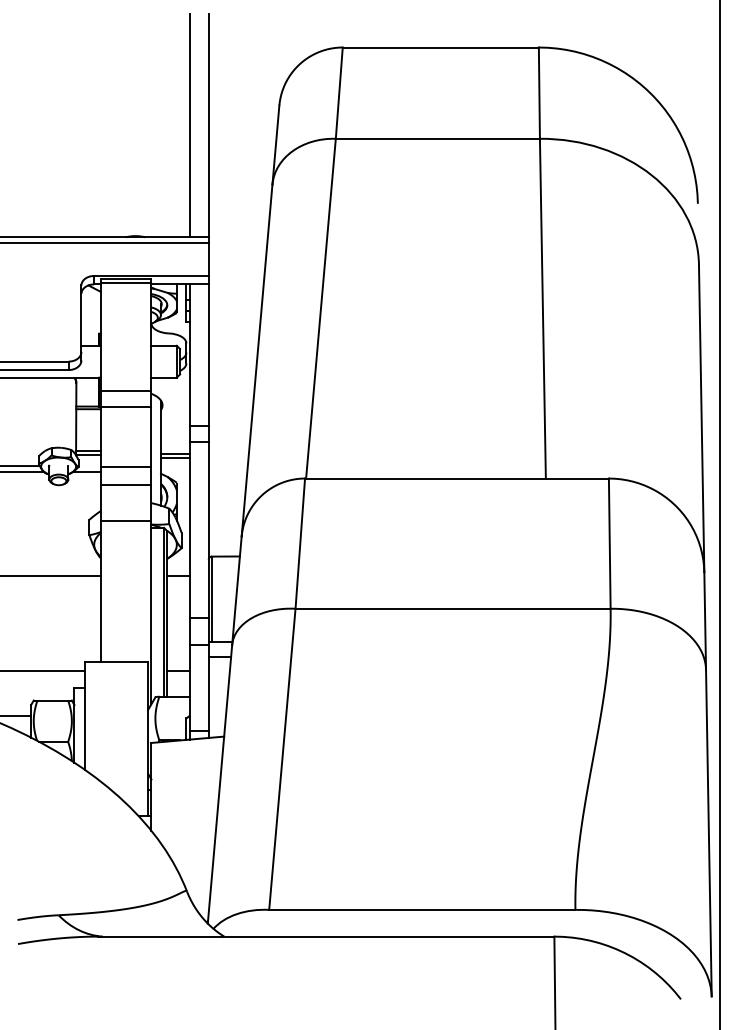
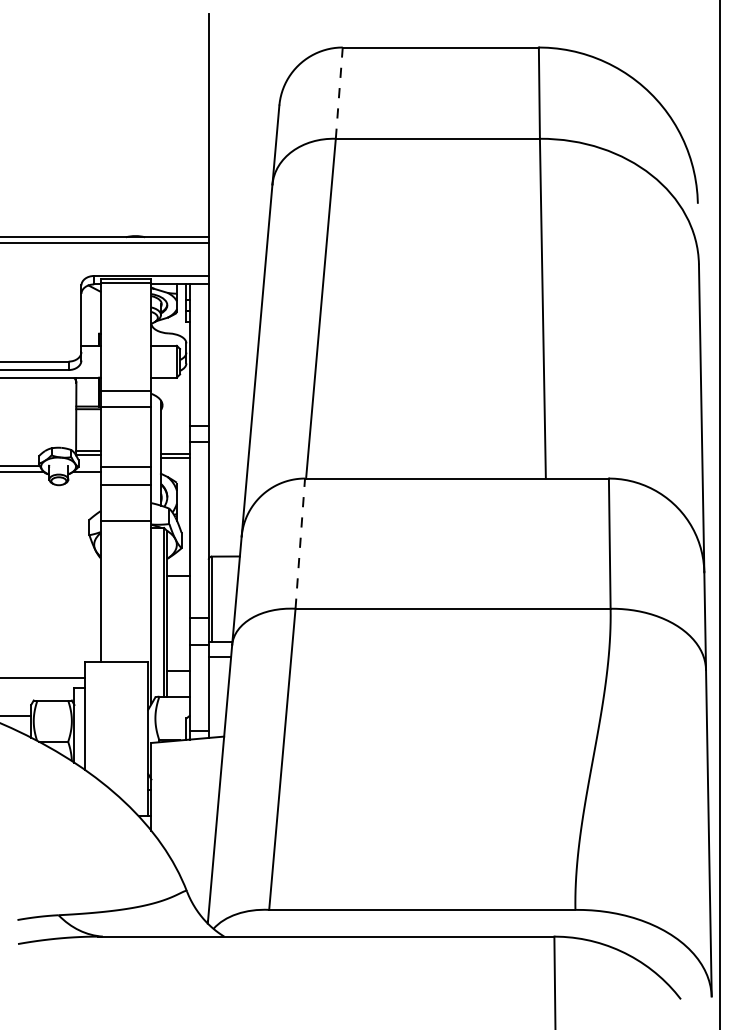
line at (339, 93): solid -> dashed
line at (189, 125): present -> none
line at (300, 543): solid -> dashed
line at (51, 575): present -> none
line at (43, 671) position: (43, 671) -> (43, 678)
